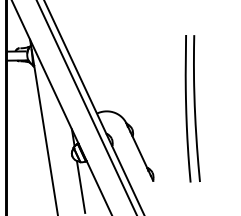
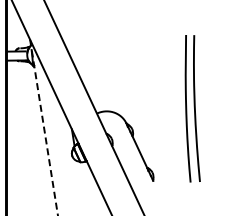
line at (86, 107): present -> none
line at (44, 127): solid -> dashed
line at (80, 186): present -> none
